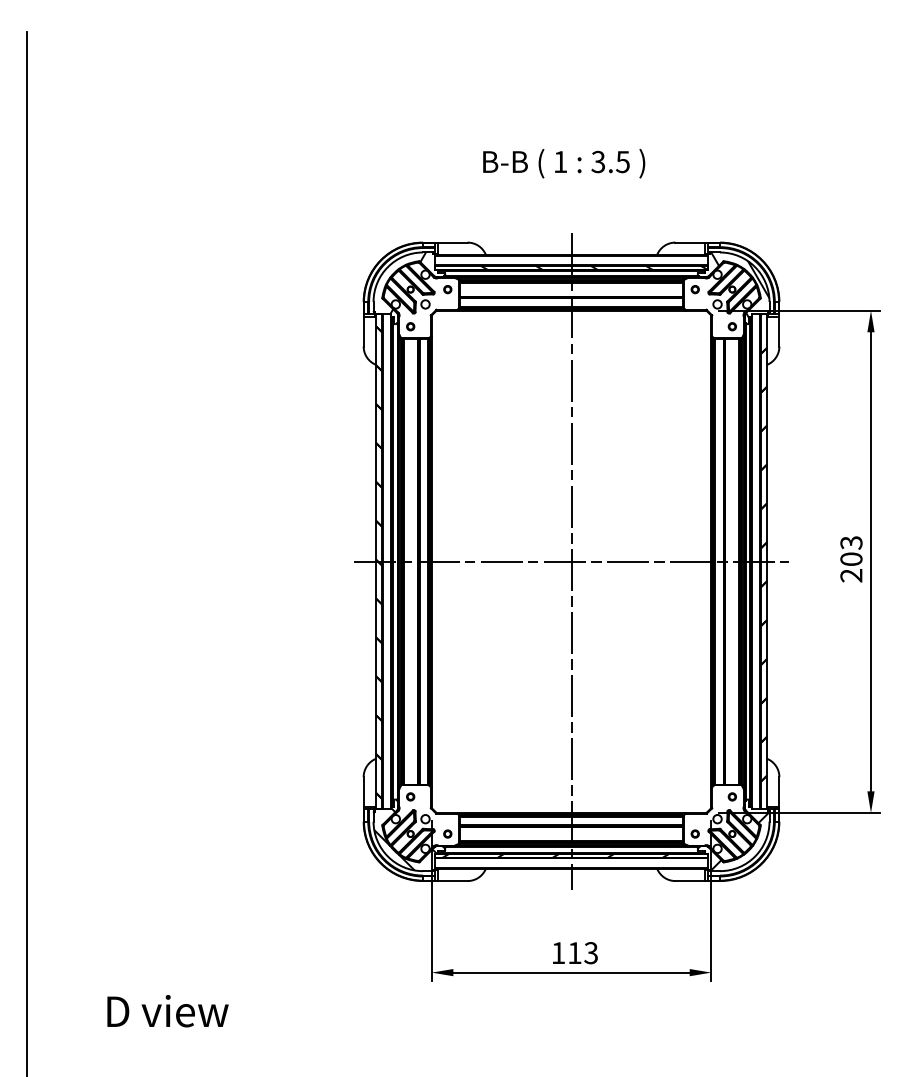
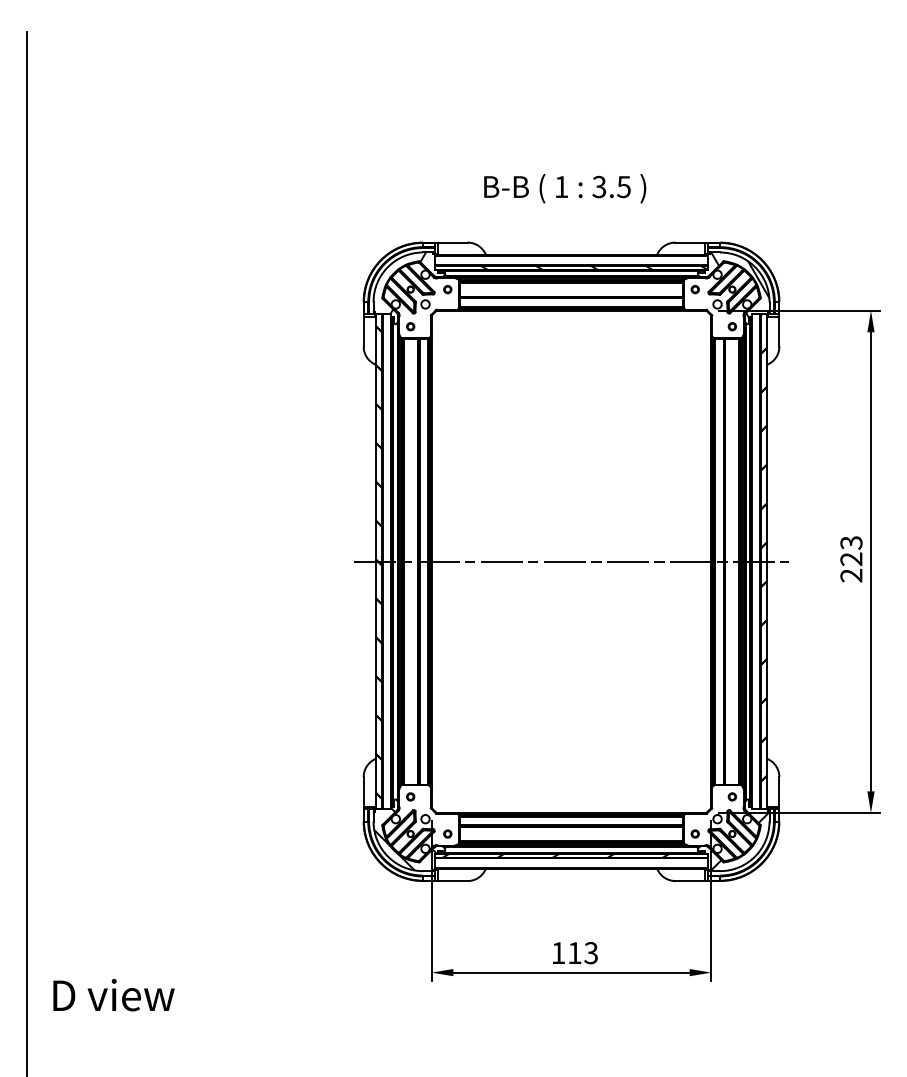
text at (564, 163) position: (564, 163) -> (565, 188)
text at (851, 559): 203 -> 223
line at (571, 561): present -> none
text at (167, 1011) position: (167, 1011) -> (113, 995)
